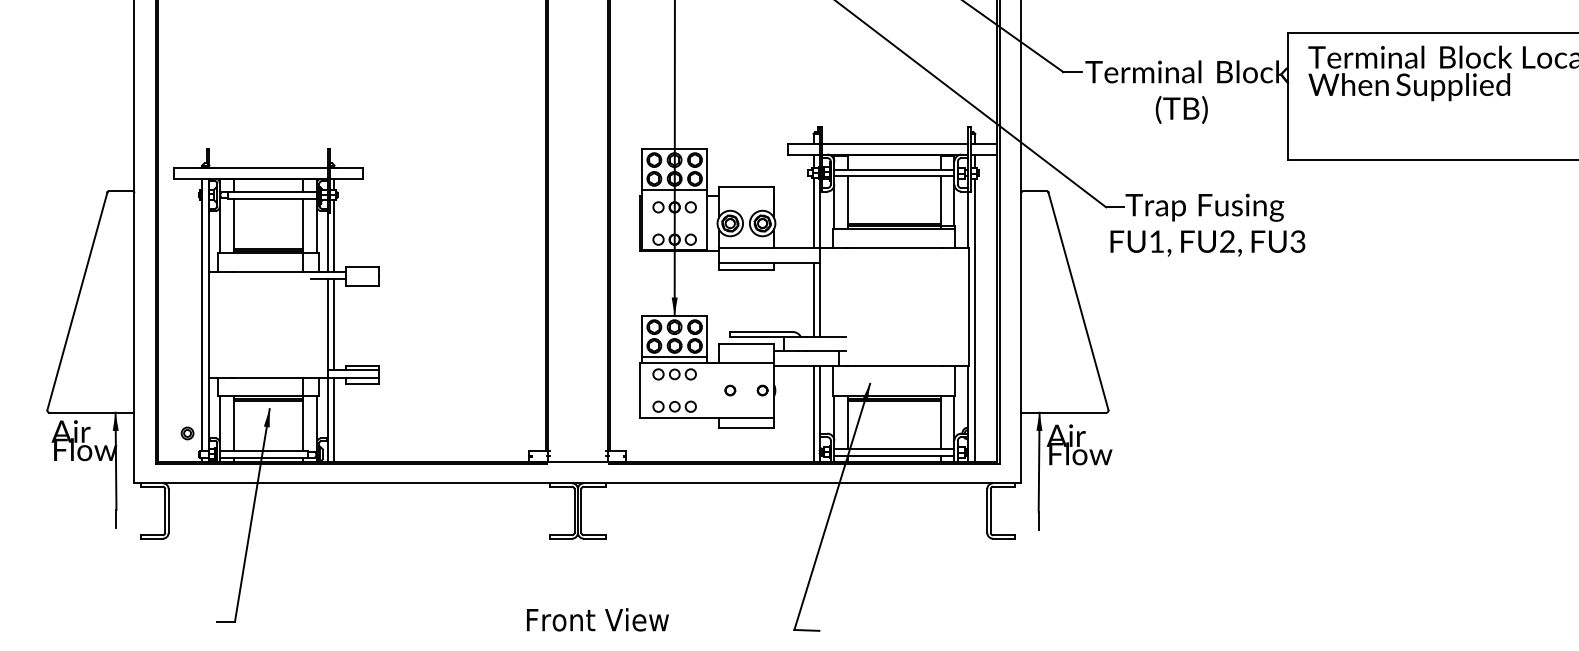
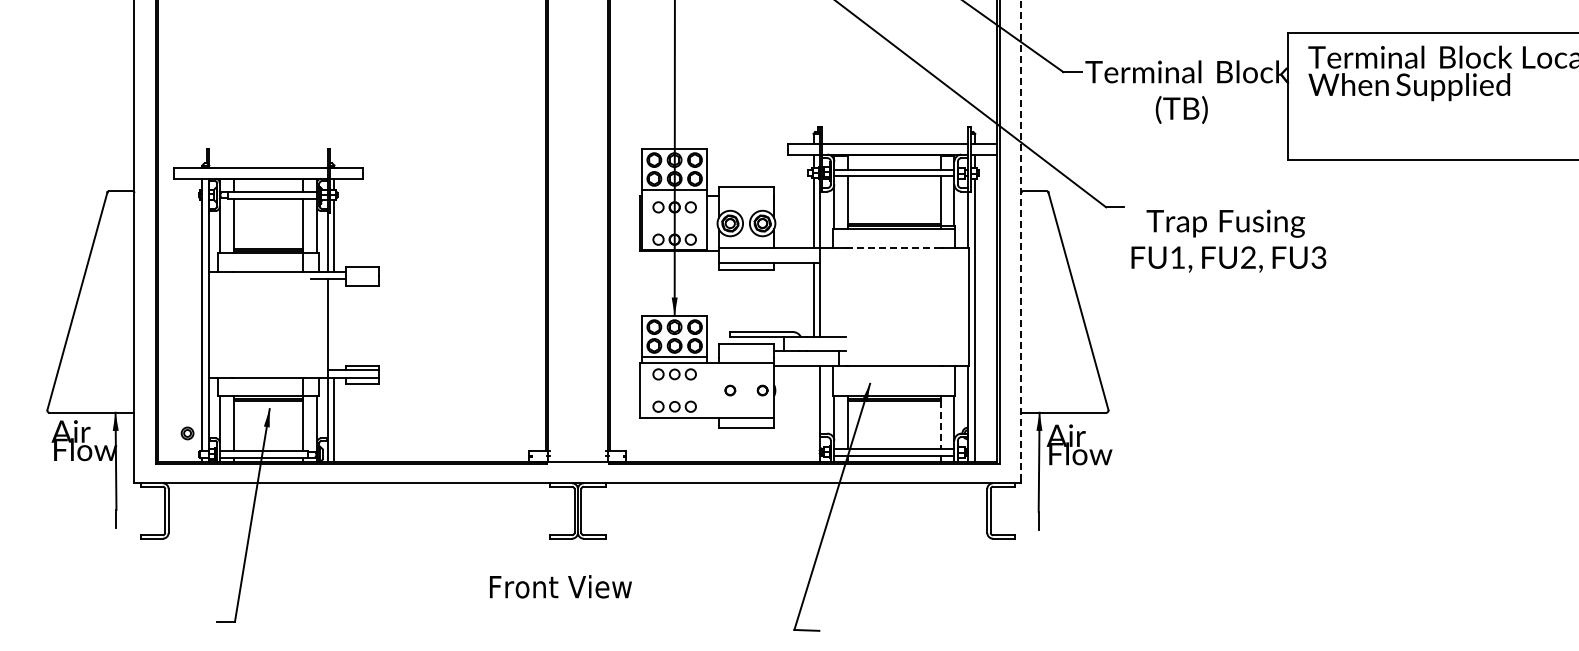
text at (1207, 224) position: (1207, 224) -> (1228, 240)
line at (1021, 240): solid -> dashed
line at (893, 247): solid -> dashed
line at (334, 324): present -> none
line at (813, 413): present -> none
line at (940, 424): solid -> dashed
text at (597, 619) position: (597, 619) -> (560, 586)
